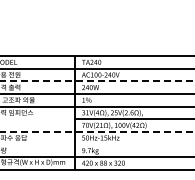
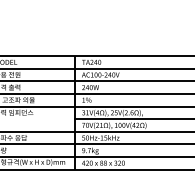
line at (97, 81): dashed -> solid
line at (97, 131): dashed -> solid
line at (96, 144): none -> present
